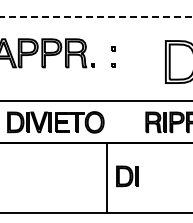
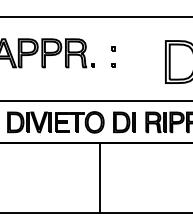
line at (96, 17): dashed -> solid
part at (127, 176) position: (127, 176) -> (124, 122)
line at (107, 178) position: (107, 178) -> (100, 178)
